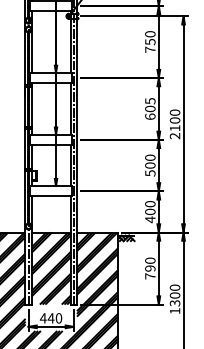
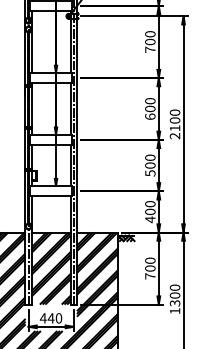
text at (150, 41): 750 -> 700
text at (150, 101): 605 -> 600
text at (150, 268): 790 -> 700
